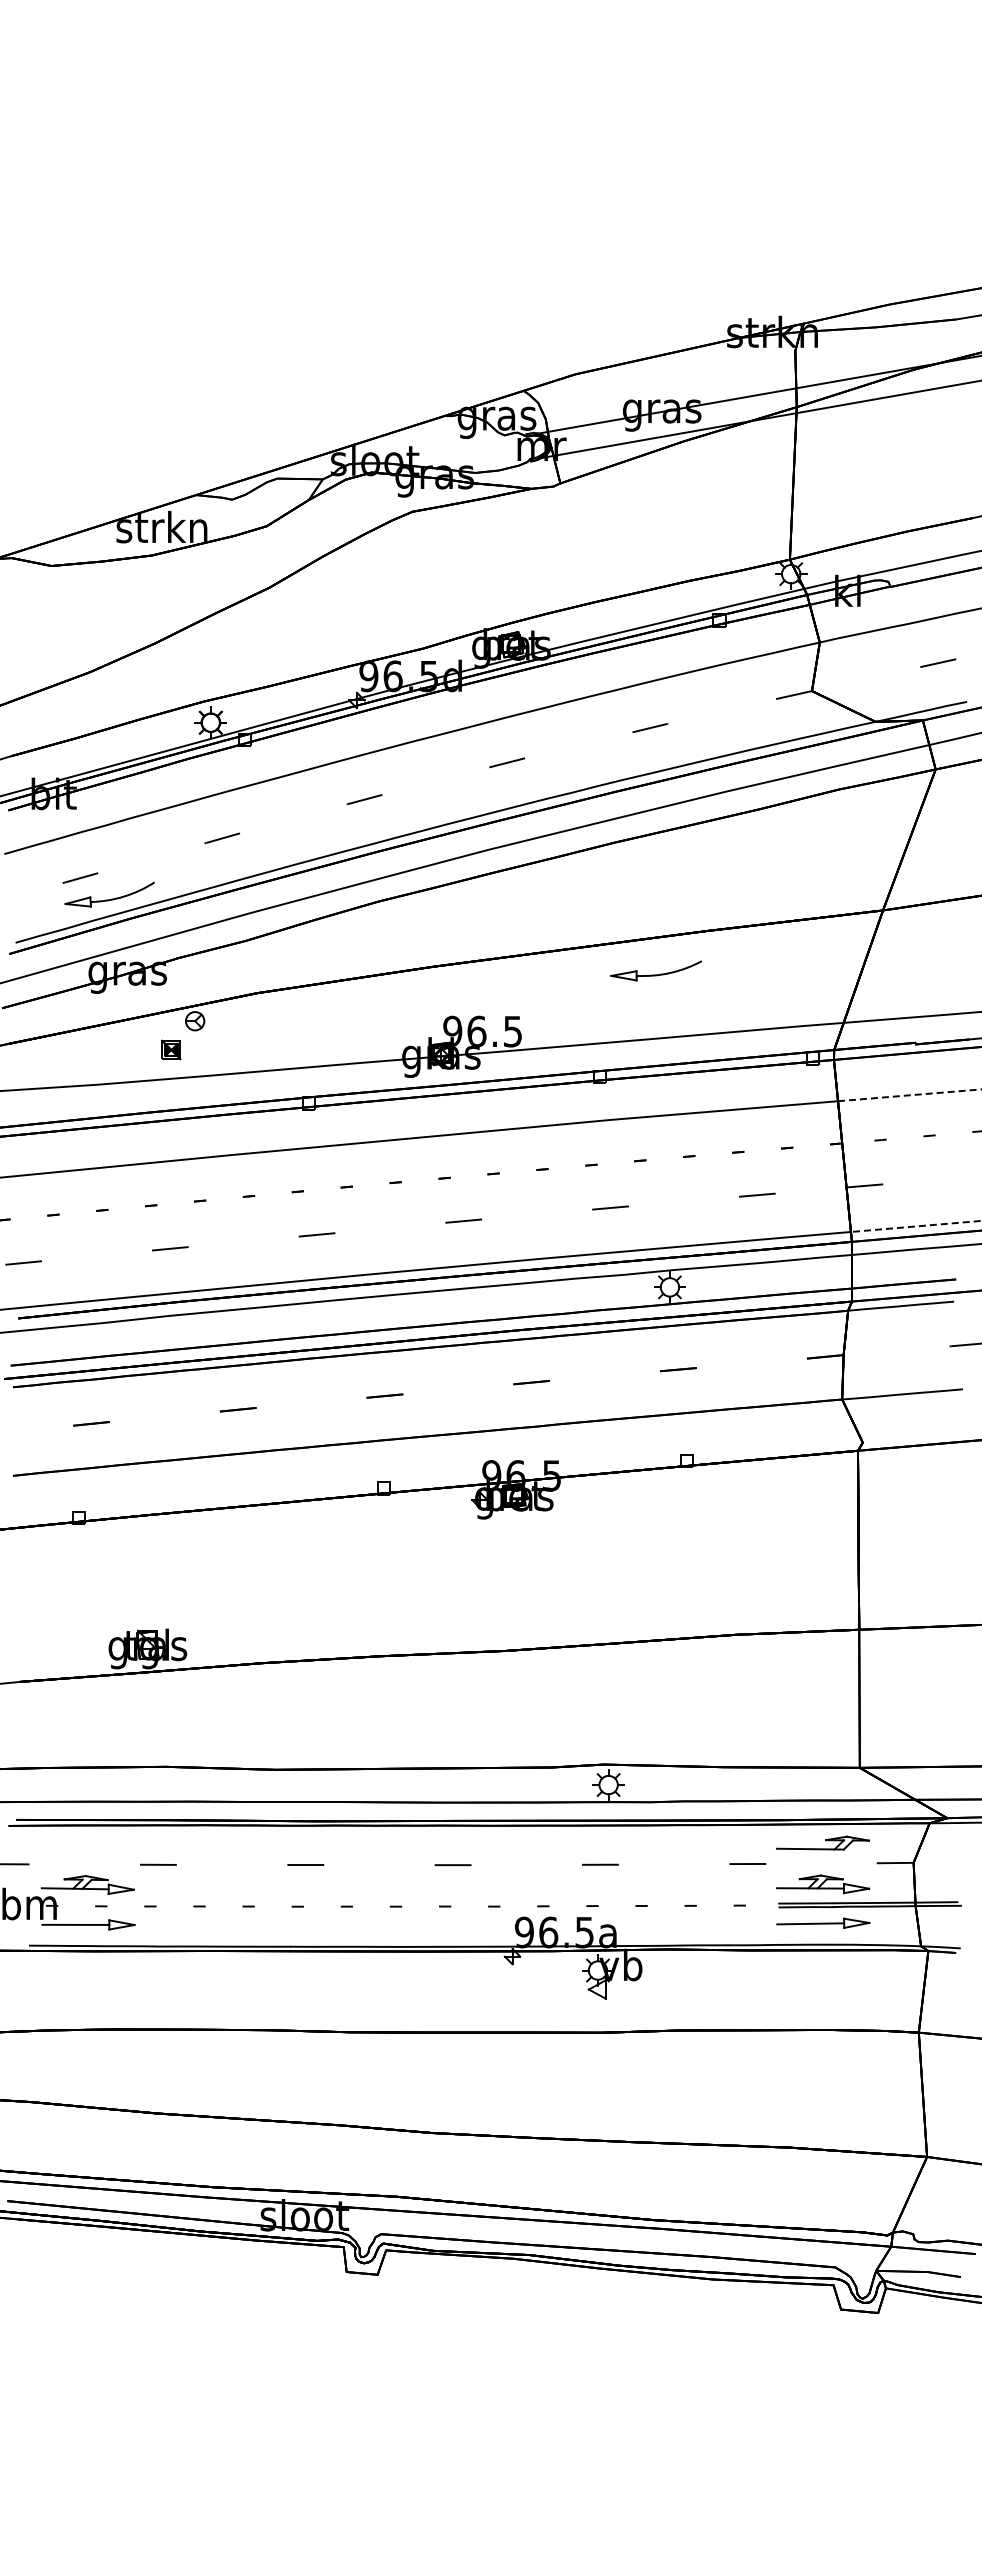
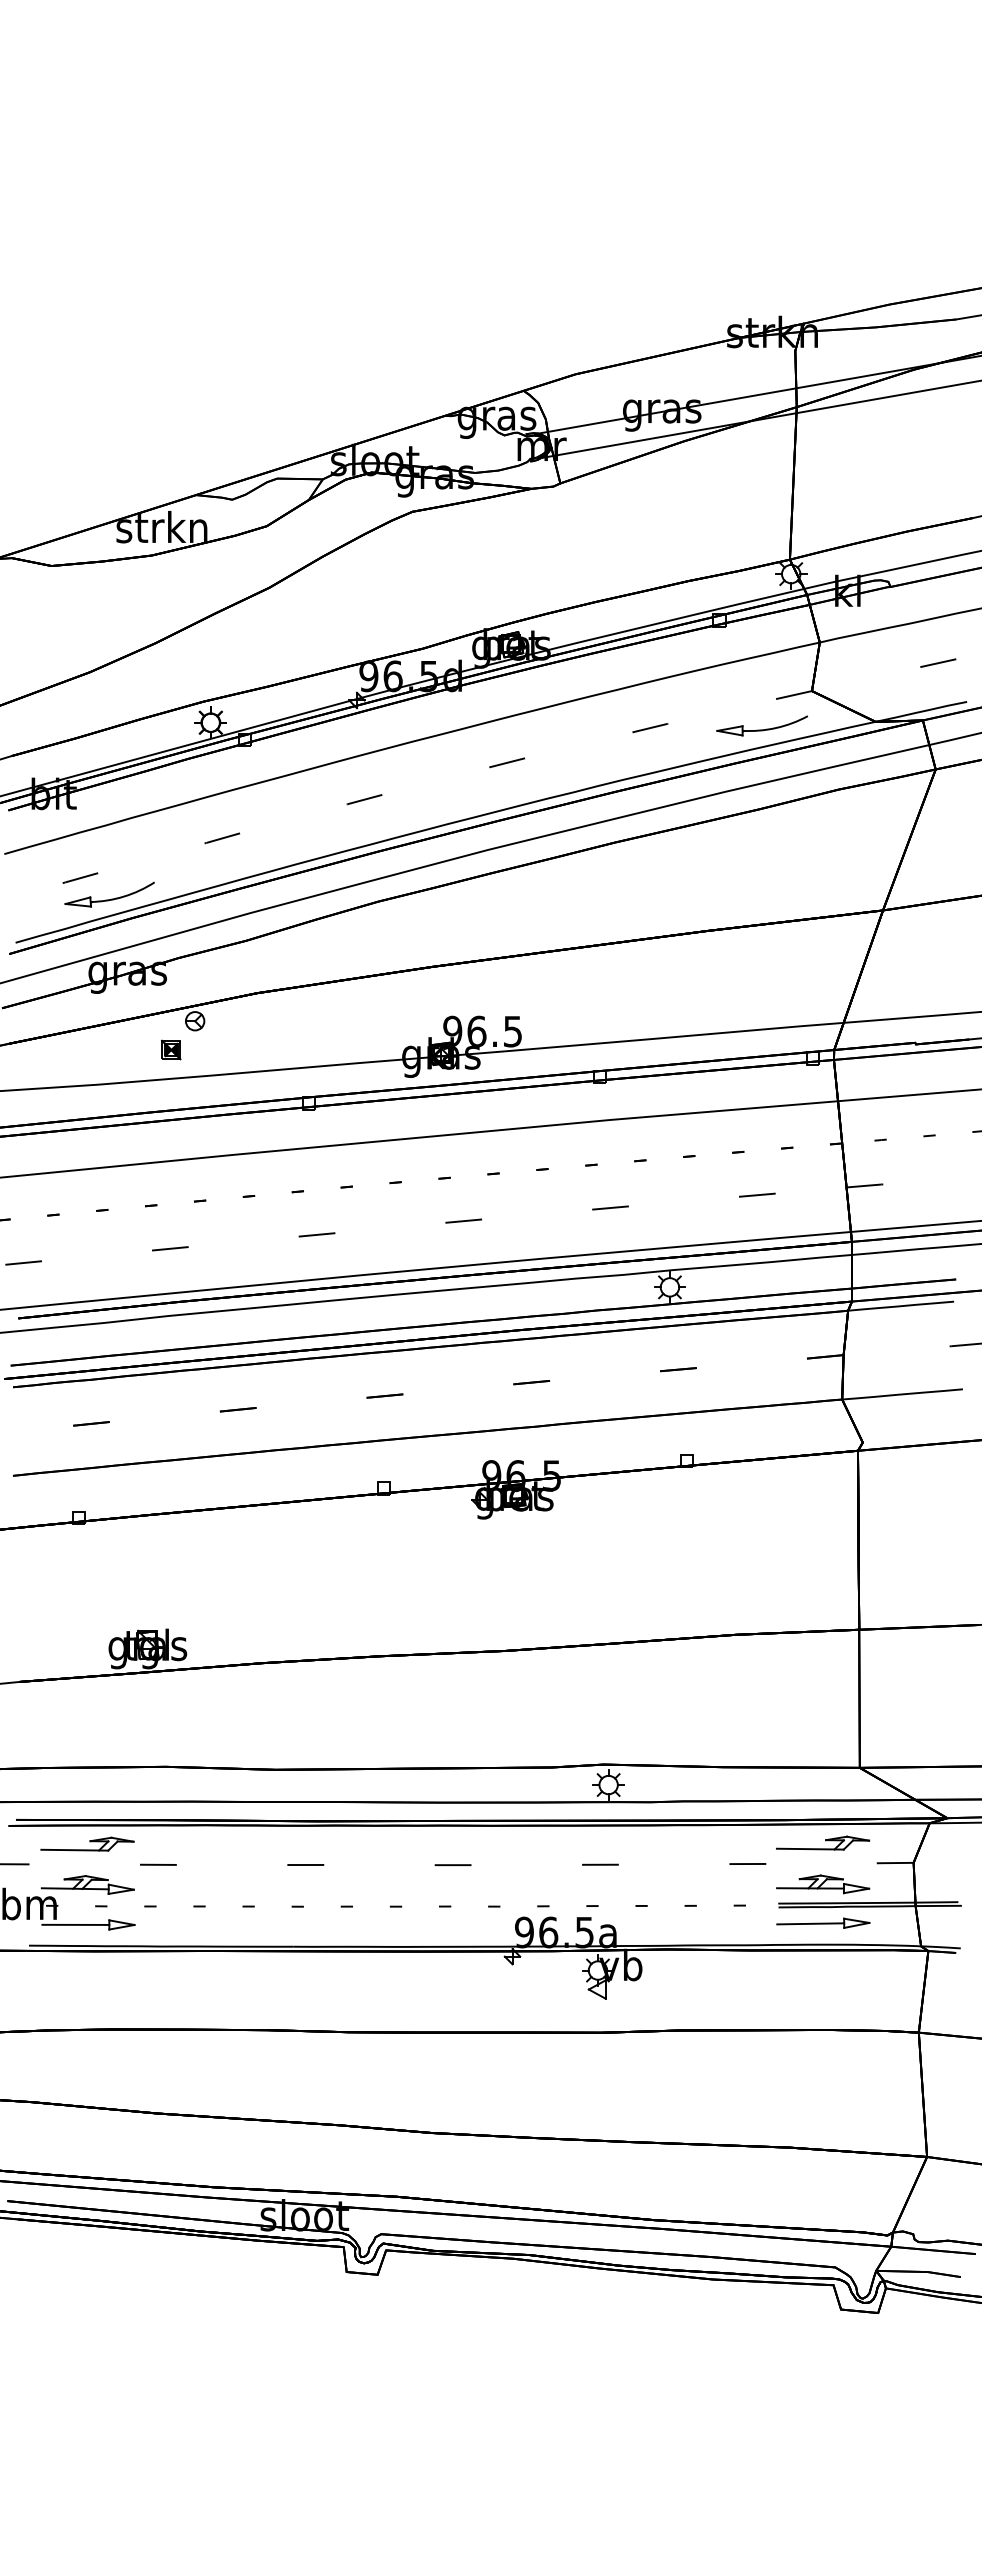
part at (655, 970) position: (655, 970) -> (761, 725)
line at (910, 1095): dashed -> solid
line at (915, 1226): dashed -> solid
part at (87, 1843): none -> present
